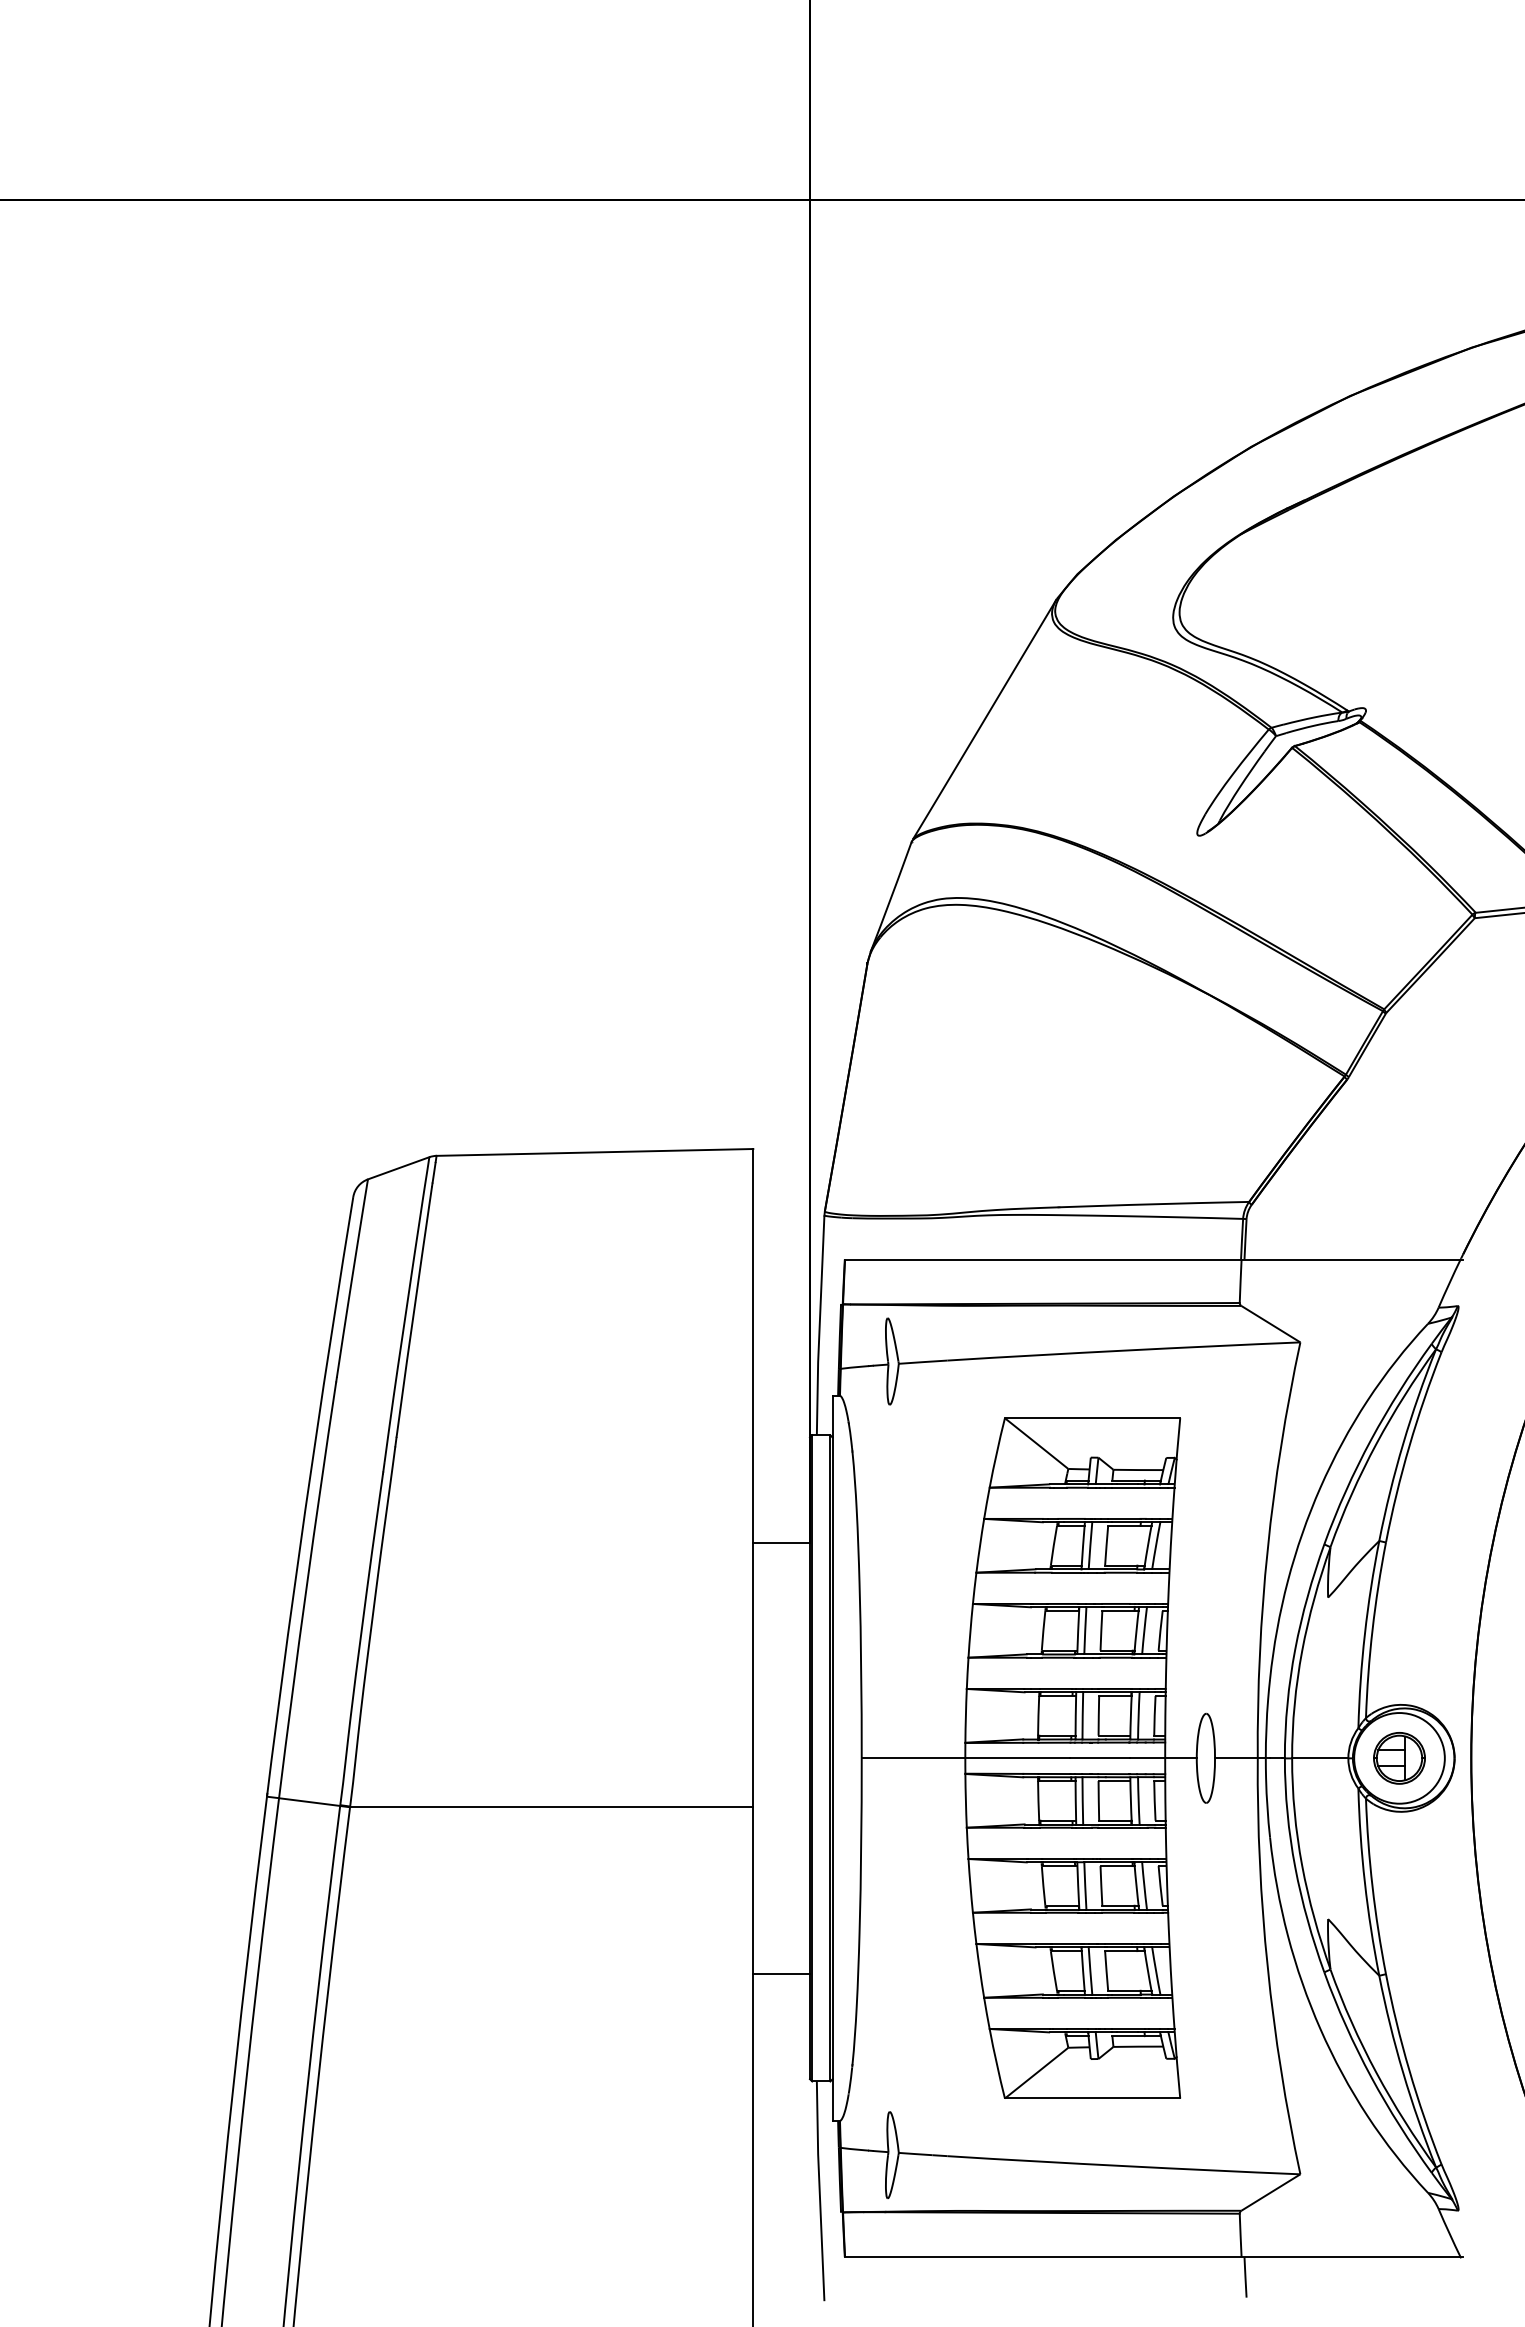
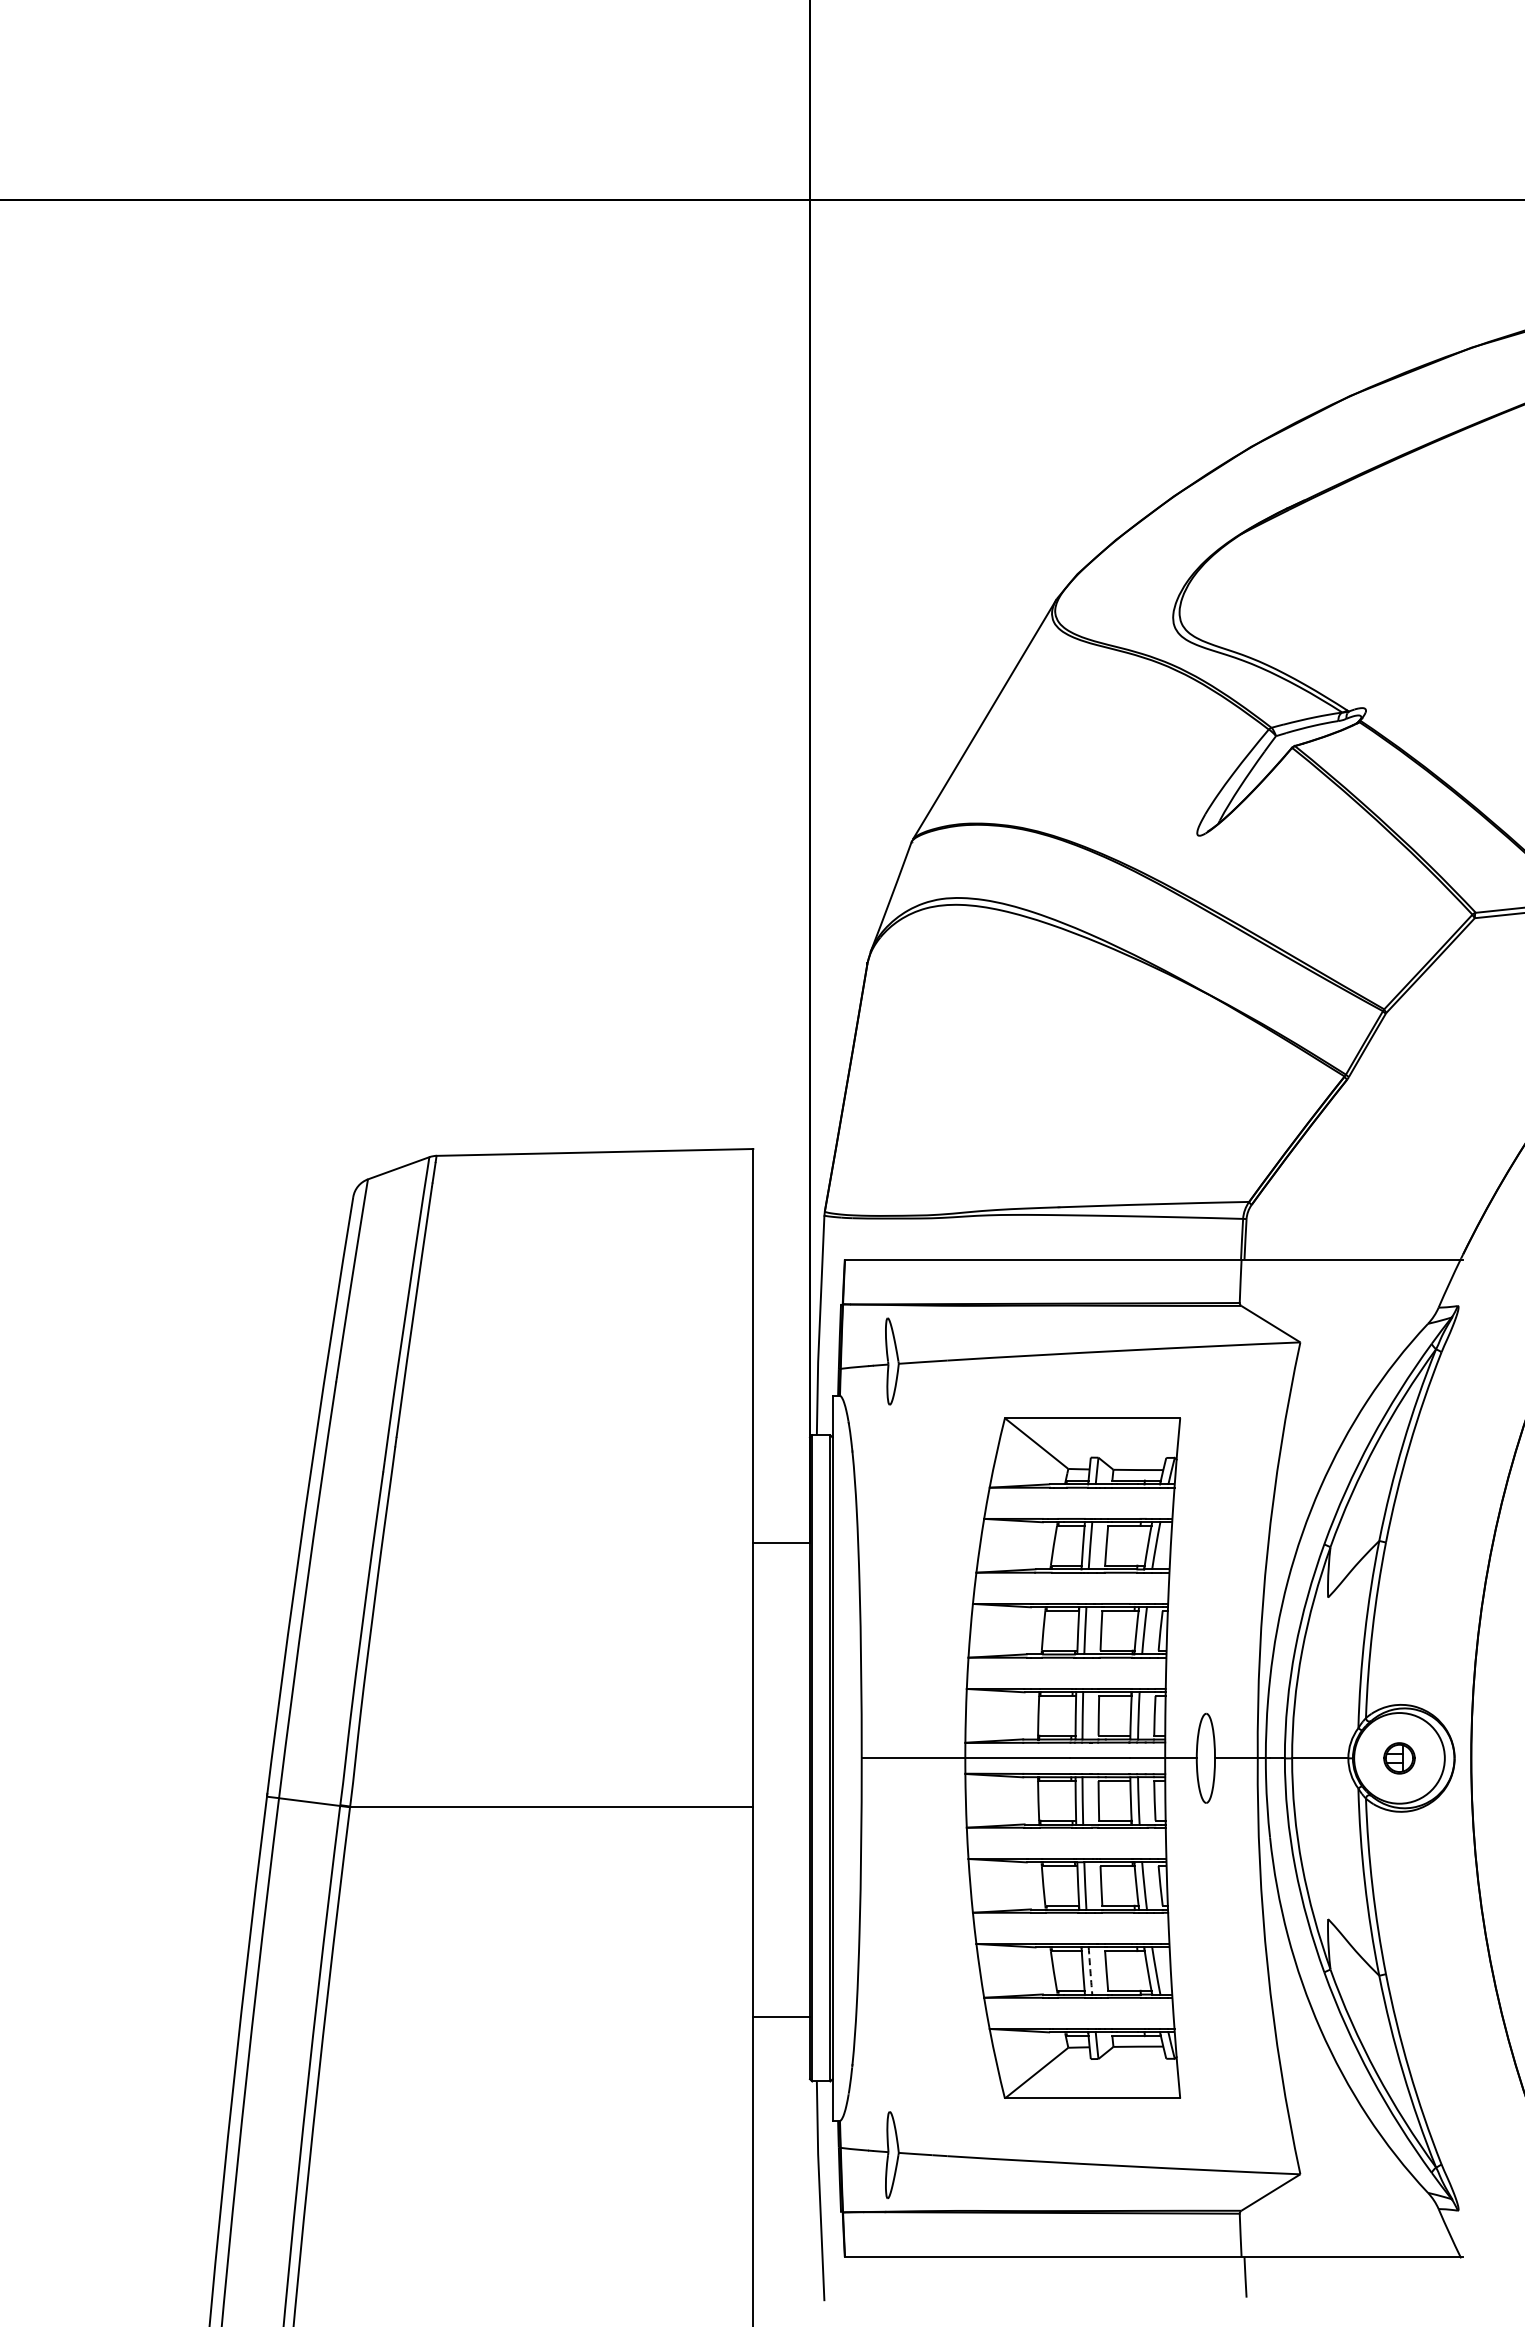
part at (1399, 1758) size: 53x53 px -> 33x33 px
arc at (1090, 1970): solid -> dashed
line at (781, 1973) position: (781, 1973) -> (781, 2016)
